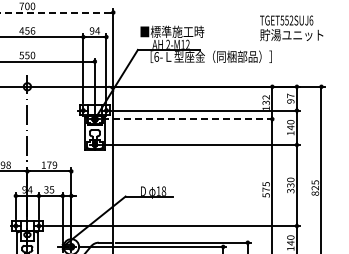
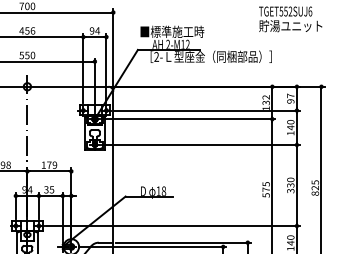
line at (55, 12): dashed -> solid
text at (291, 28) position: (291, 28) -> (290, 19)
text at (156, 56): 6- -> 2-
line at (188, 119): dashed -> solid
